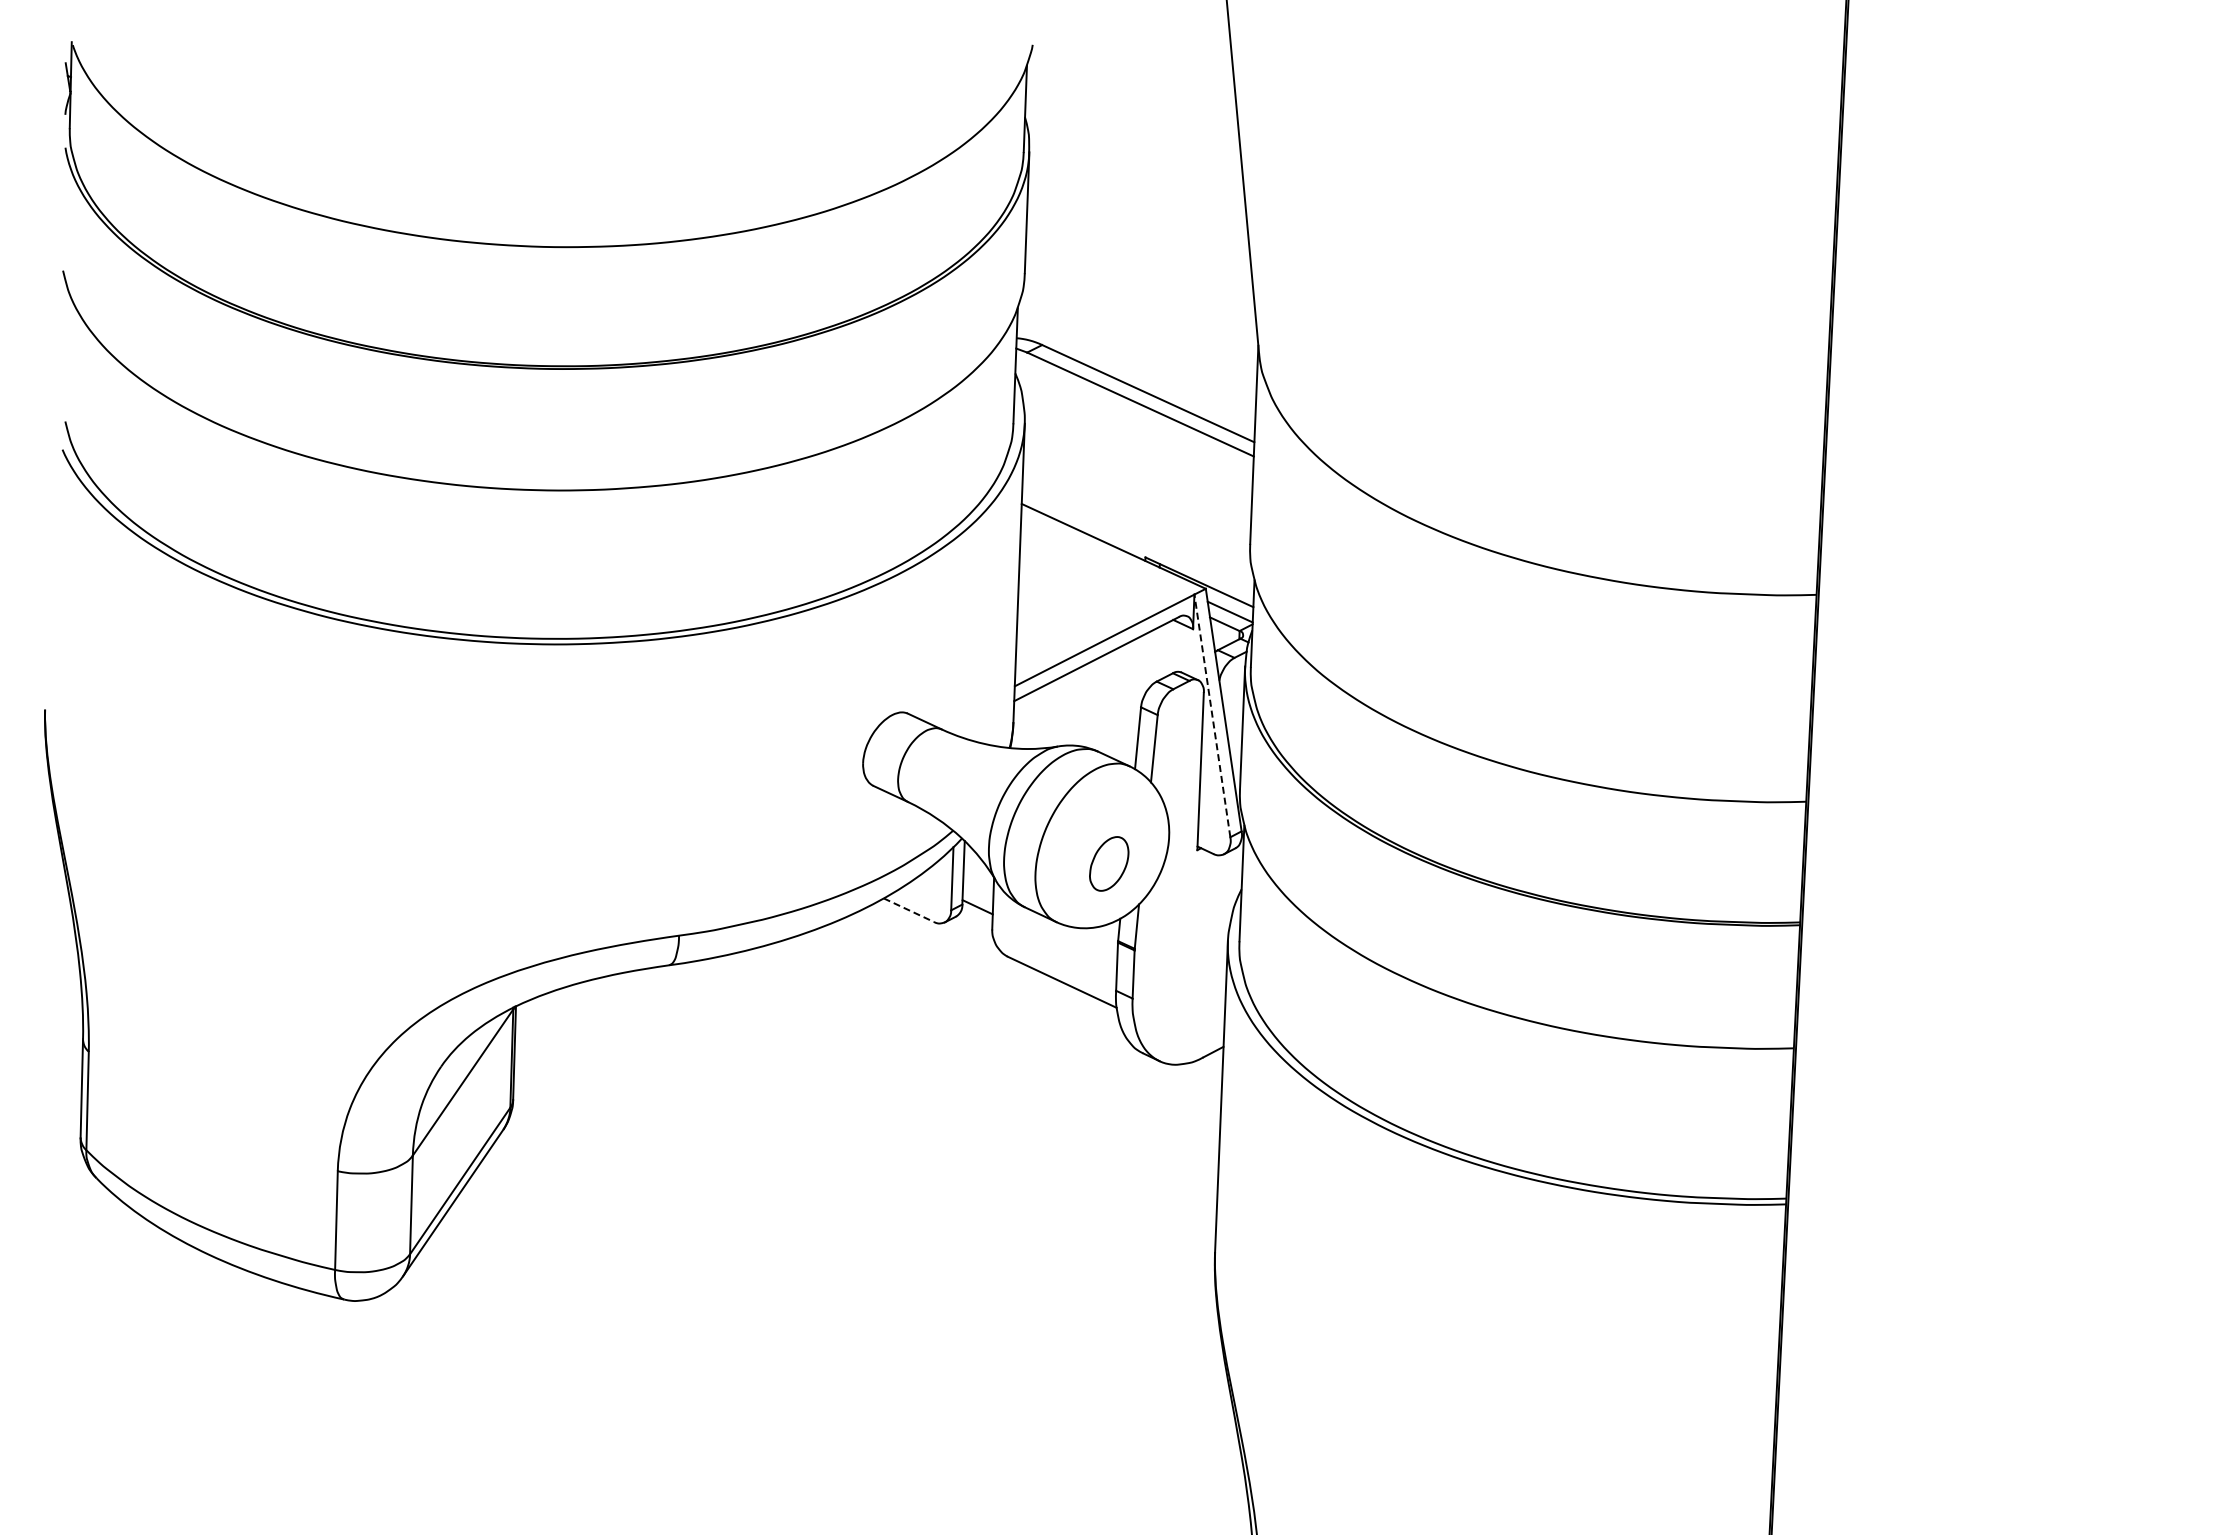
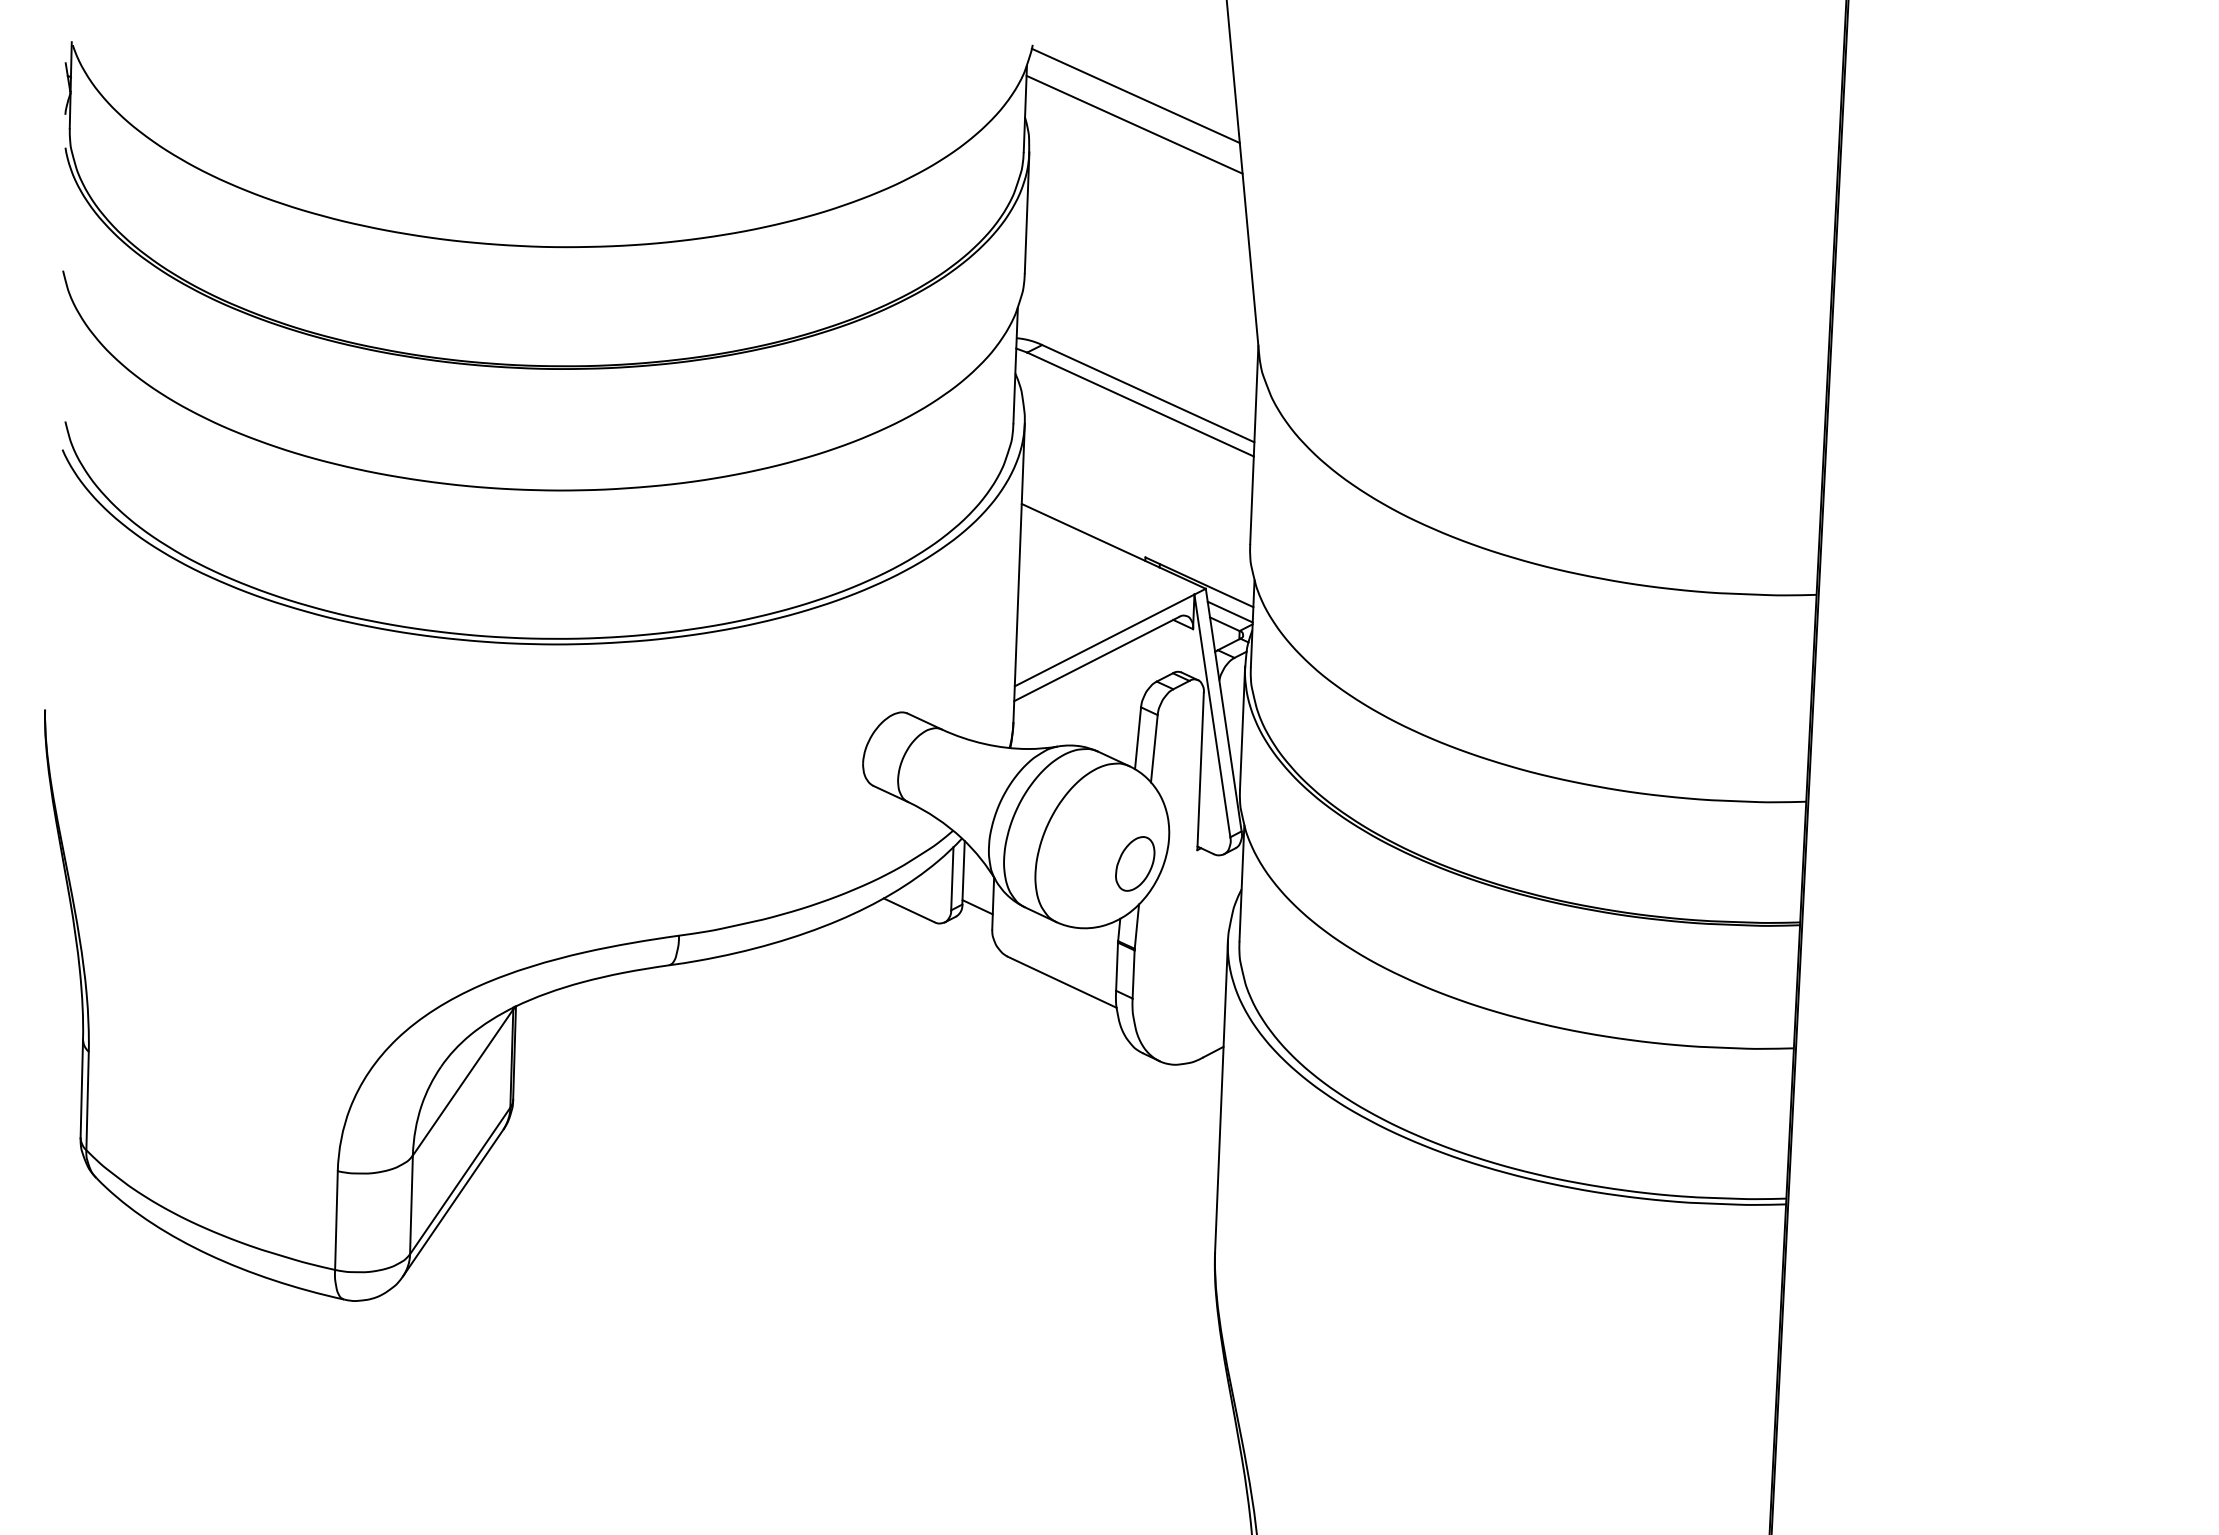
line at (1135, 95): none -> present
line at (1134, 124): none -> present
line at (1212, 715): dashed -> solid
part at (1109, 863) position: (1109, 863) -> (1135, 863)
line at (908, 910): dashed -> solid
